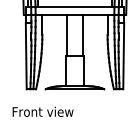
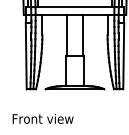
text at (42, 111) position: (42, 111) -> (42, 118)
